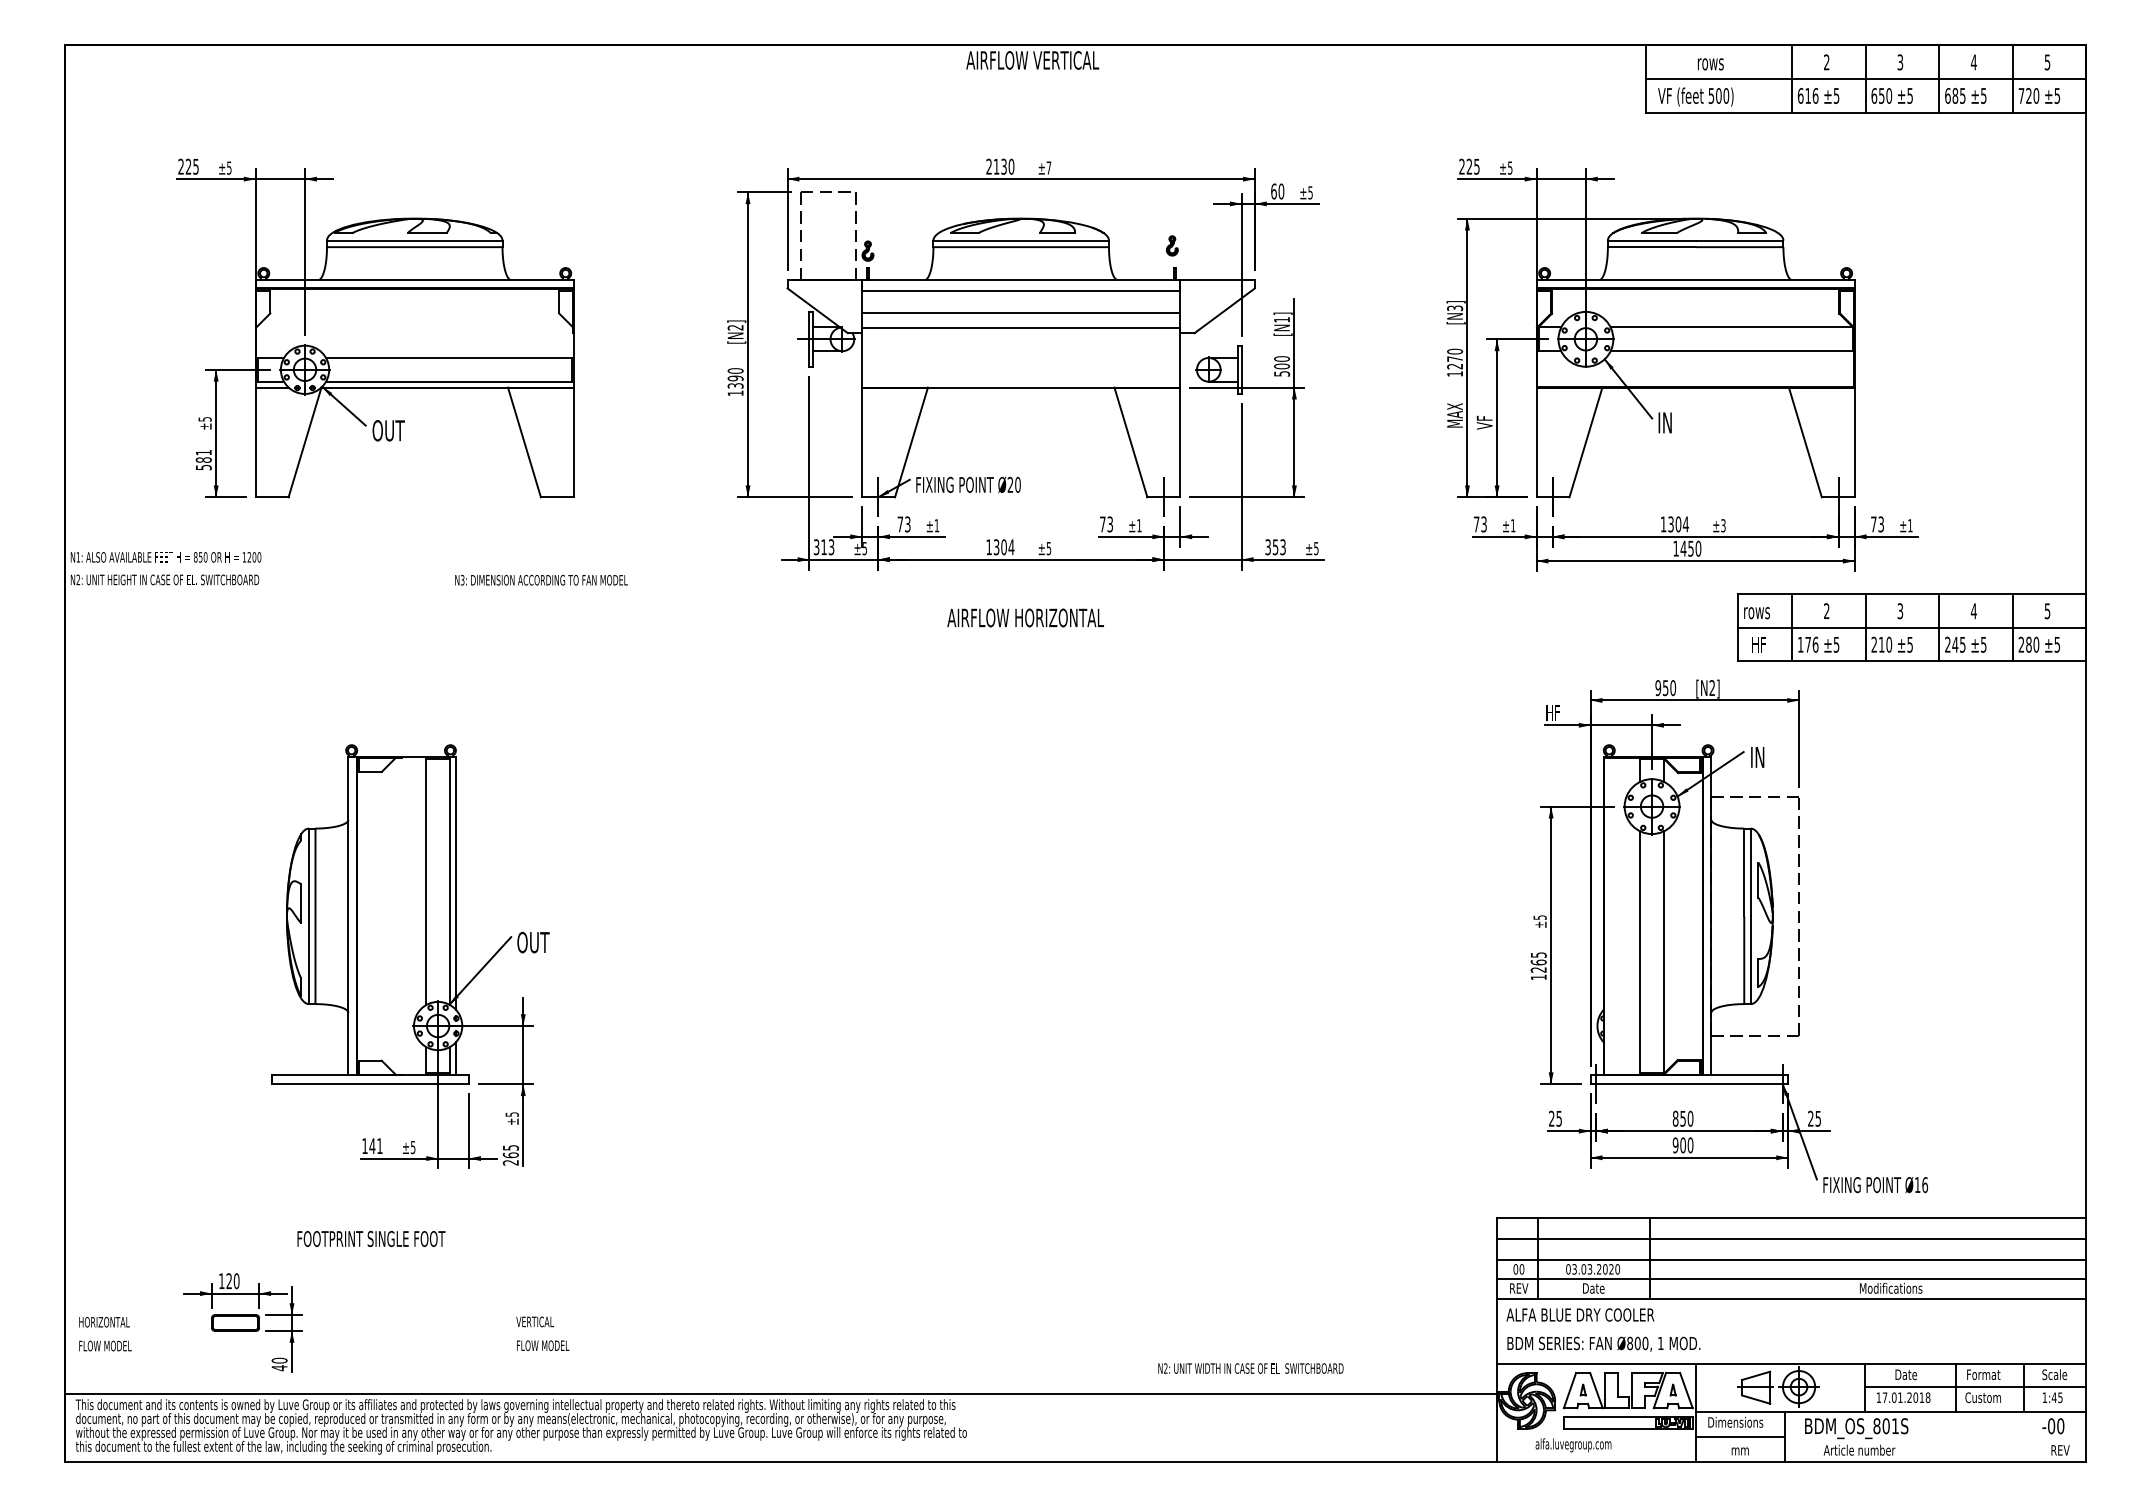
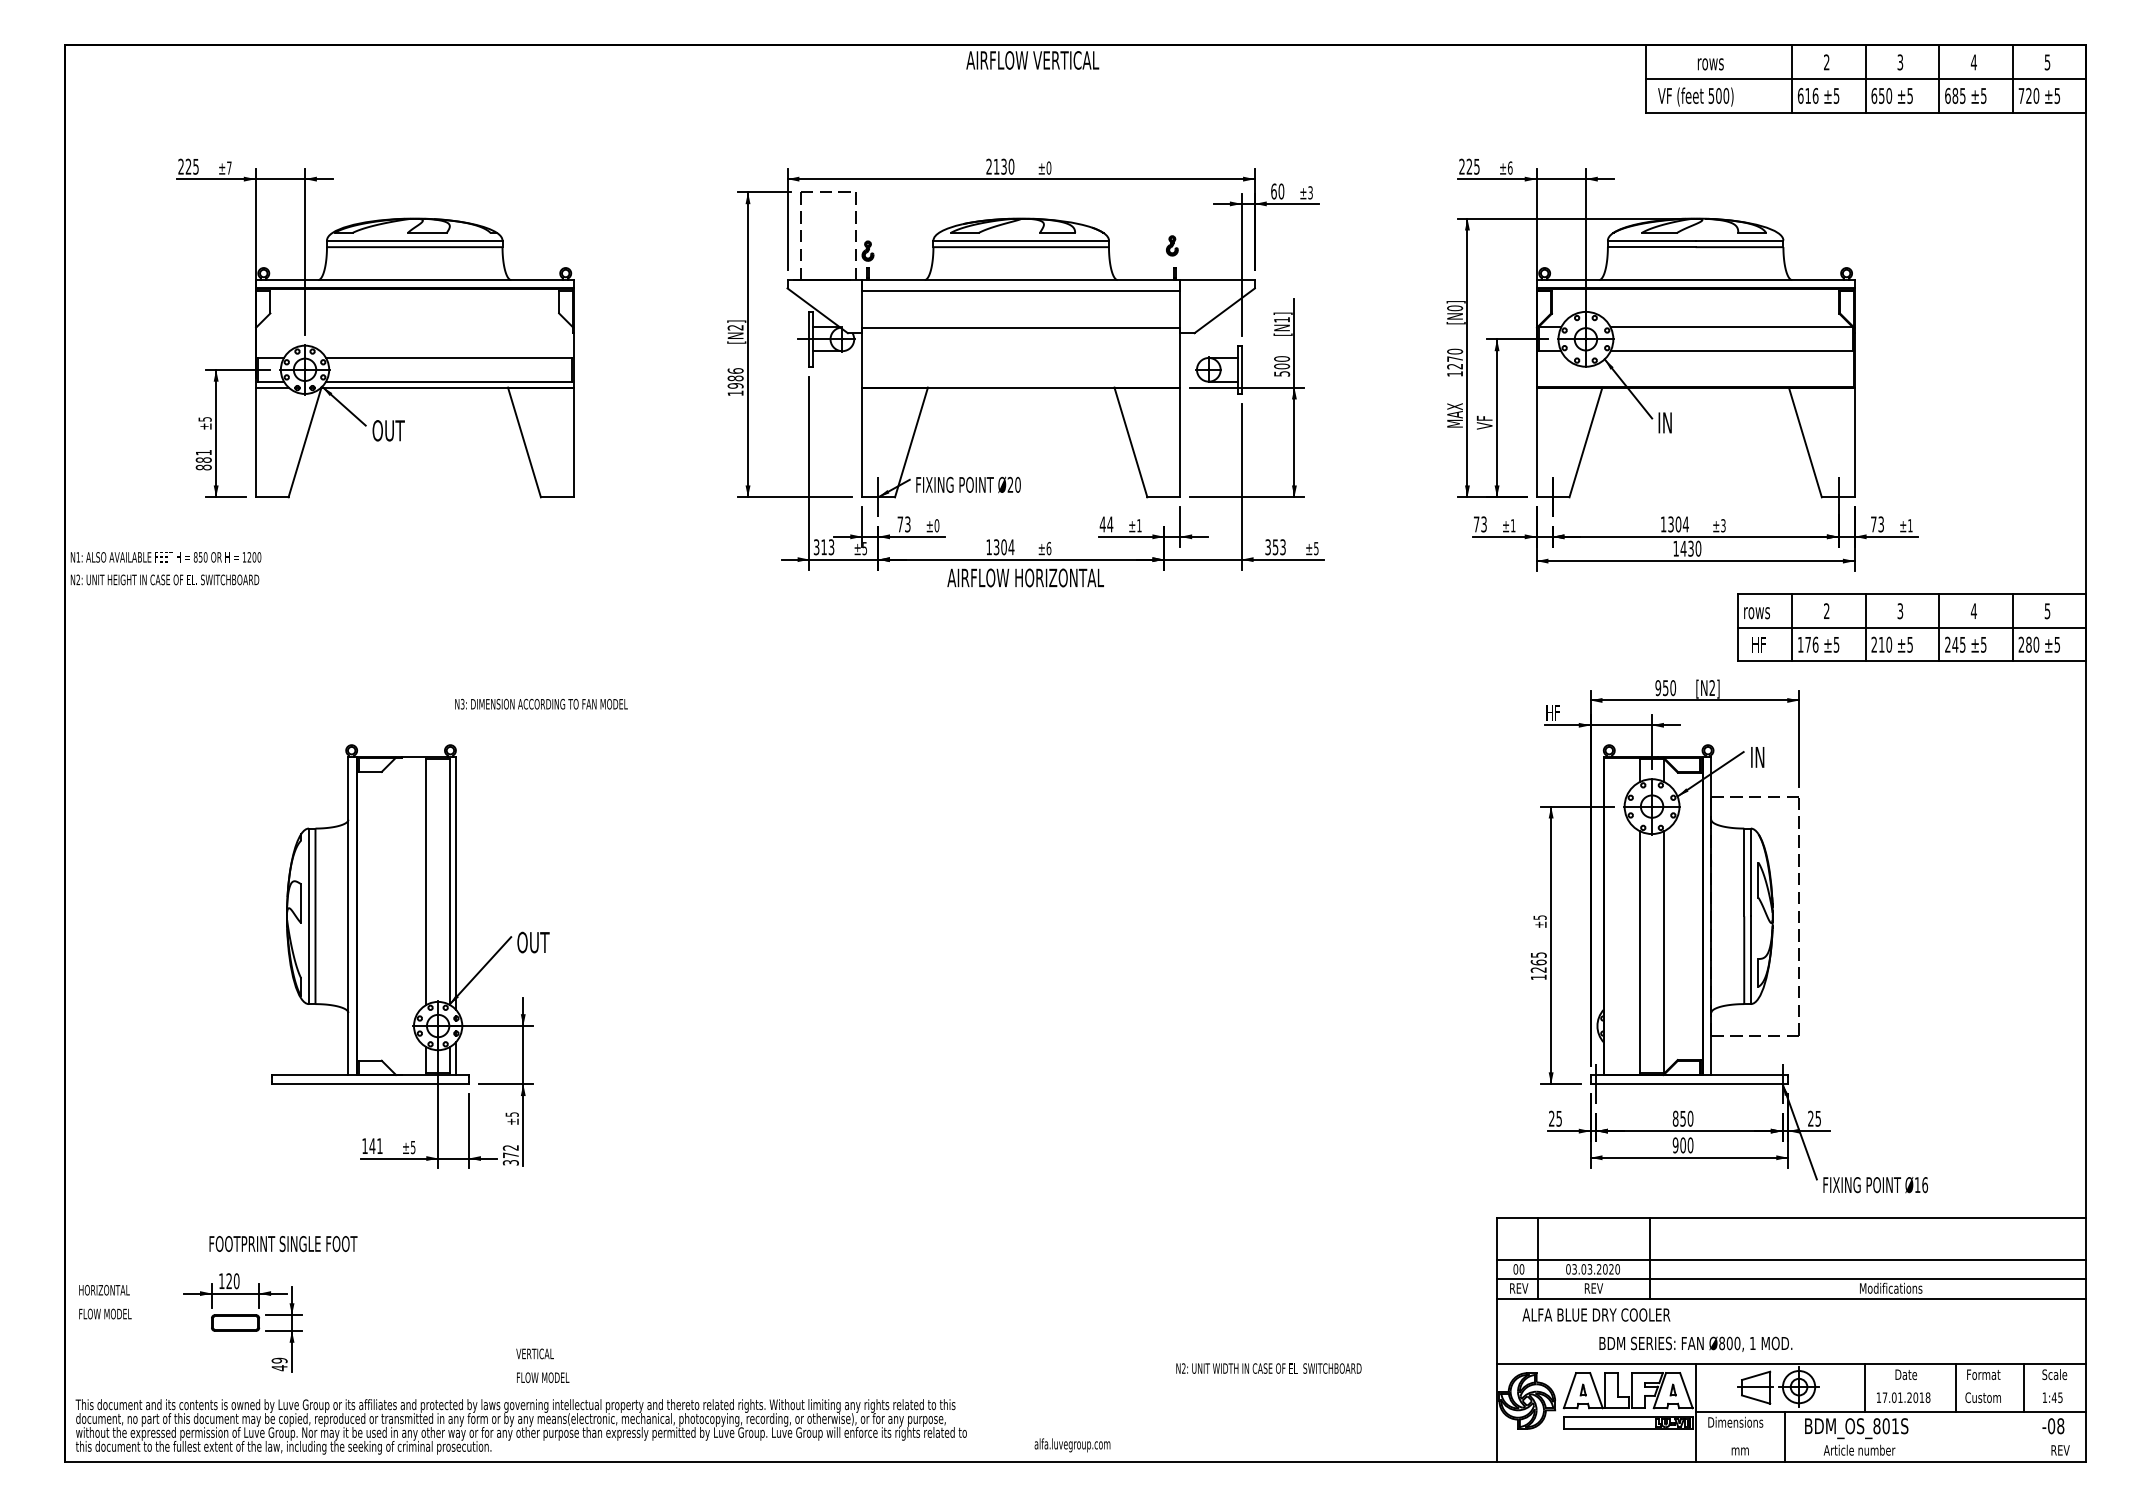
text at (229, 167): ±5 -> ±7
text at (1048, 167): ±7 -> ±0
text at (1509, 167): ±5 -> ±6
text at (1310, 191): ±5 -> ±3
text at (1455, 308): [N3] -> [N0]
line at (1021, 313): present -> none
text at (735, 378): 1390 -> 1986
text at (203, 467): 581 -> 881
line at (1164, 497): present -> none
text at (1106, 524): 73 -> 44
text at (936, 525): ±1 -> ±0
text at (1690, 547): 1450 -> 1430
text at (1048, 548): ±5 -> ±6
text at (541, 580) position: (541, 580) -> (541, 704)
text at (1025, 617) position: (1025, 617) -> (1025, 577)
text at (510, 1155): 265 -> 372
text at (371, 1238) position: (371, 1238) -> (283, 1243)
line at (1791, 1238): present -> none
text at (1593, 1288): Date -> REV
text at (1580, 1314) position: (1580, 1314) -> (1596, 1314)
text at (542, 1333) position: (542, 1333) -> (542, 1365)
text at (105, 1334) position: (105, 1334) -> (105, 1302)
text at (1603, 1343) position: (1603, 1343) -> (1695, 1343)
text at (279, 1360): 40 -> 49
text at (1250, 1368) position: (1250, 1368) -> (1268, 1368)
line at (1975, 1387): present -> none
line at (780, 1393): present -> none
text at (2060, 1425): -00 -> -08
line at (1740, 1437): present -> none
text at (1573, 1445) position: (1573, 1445) -> (1072, 1445)
